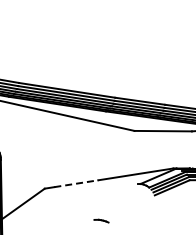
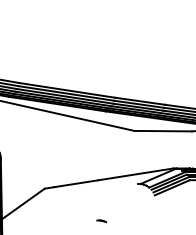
line at (76, 183): dashed -> solid
part at (101, 220) size: 17x6 px -> 12x5 px
